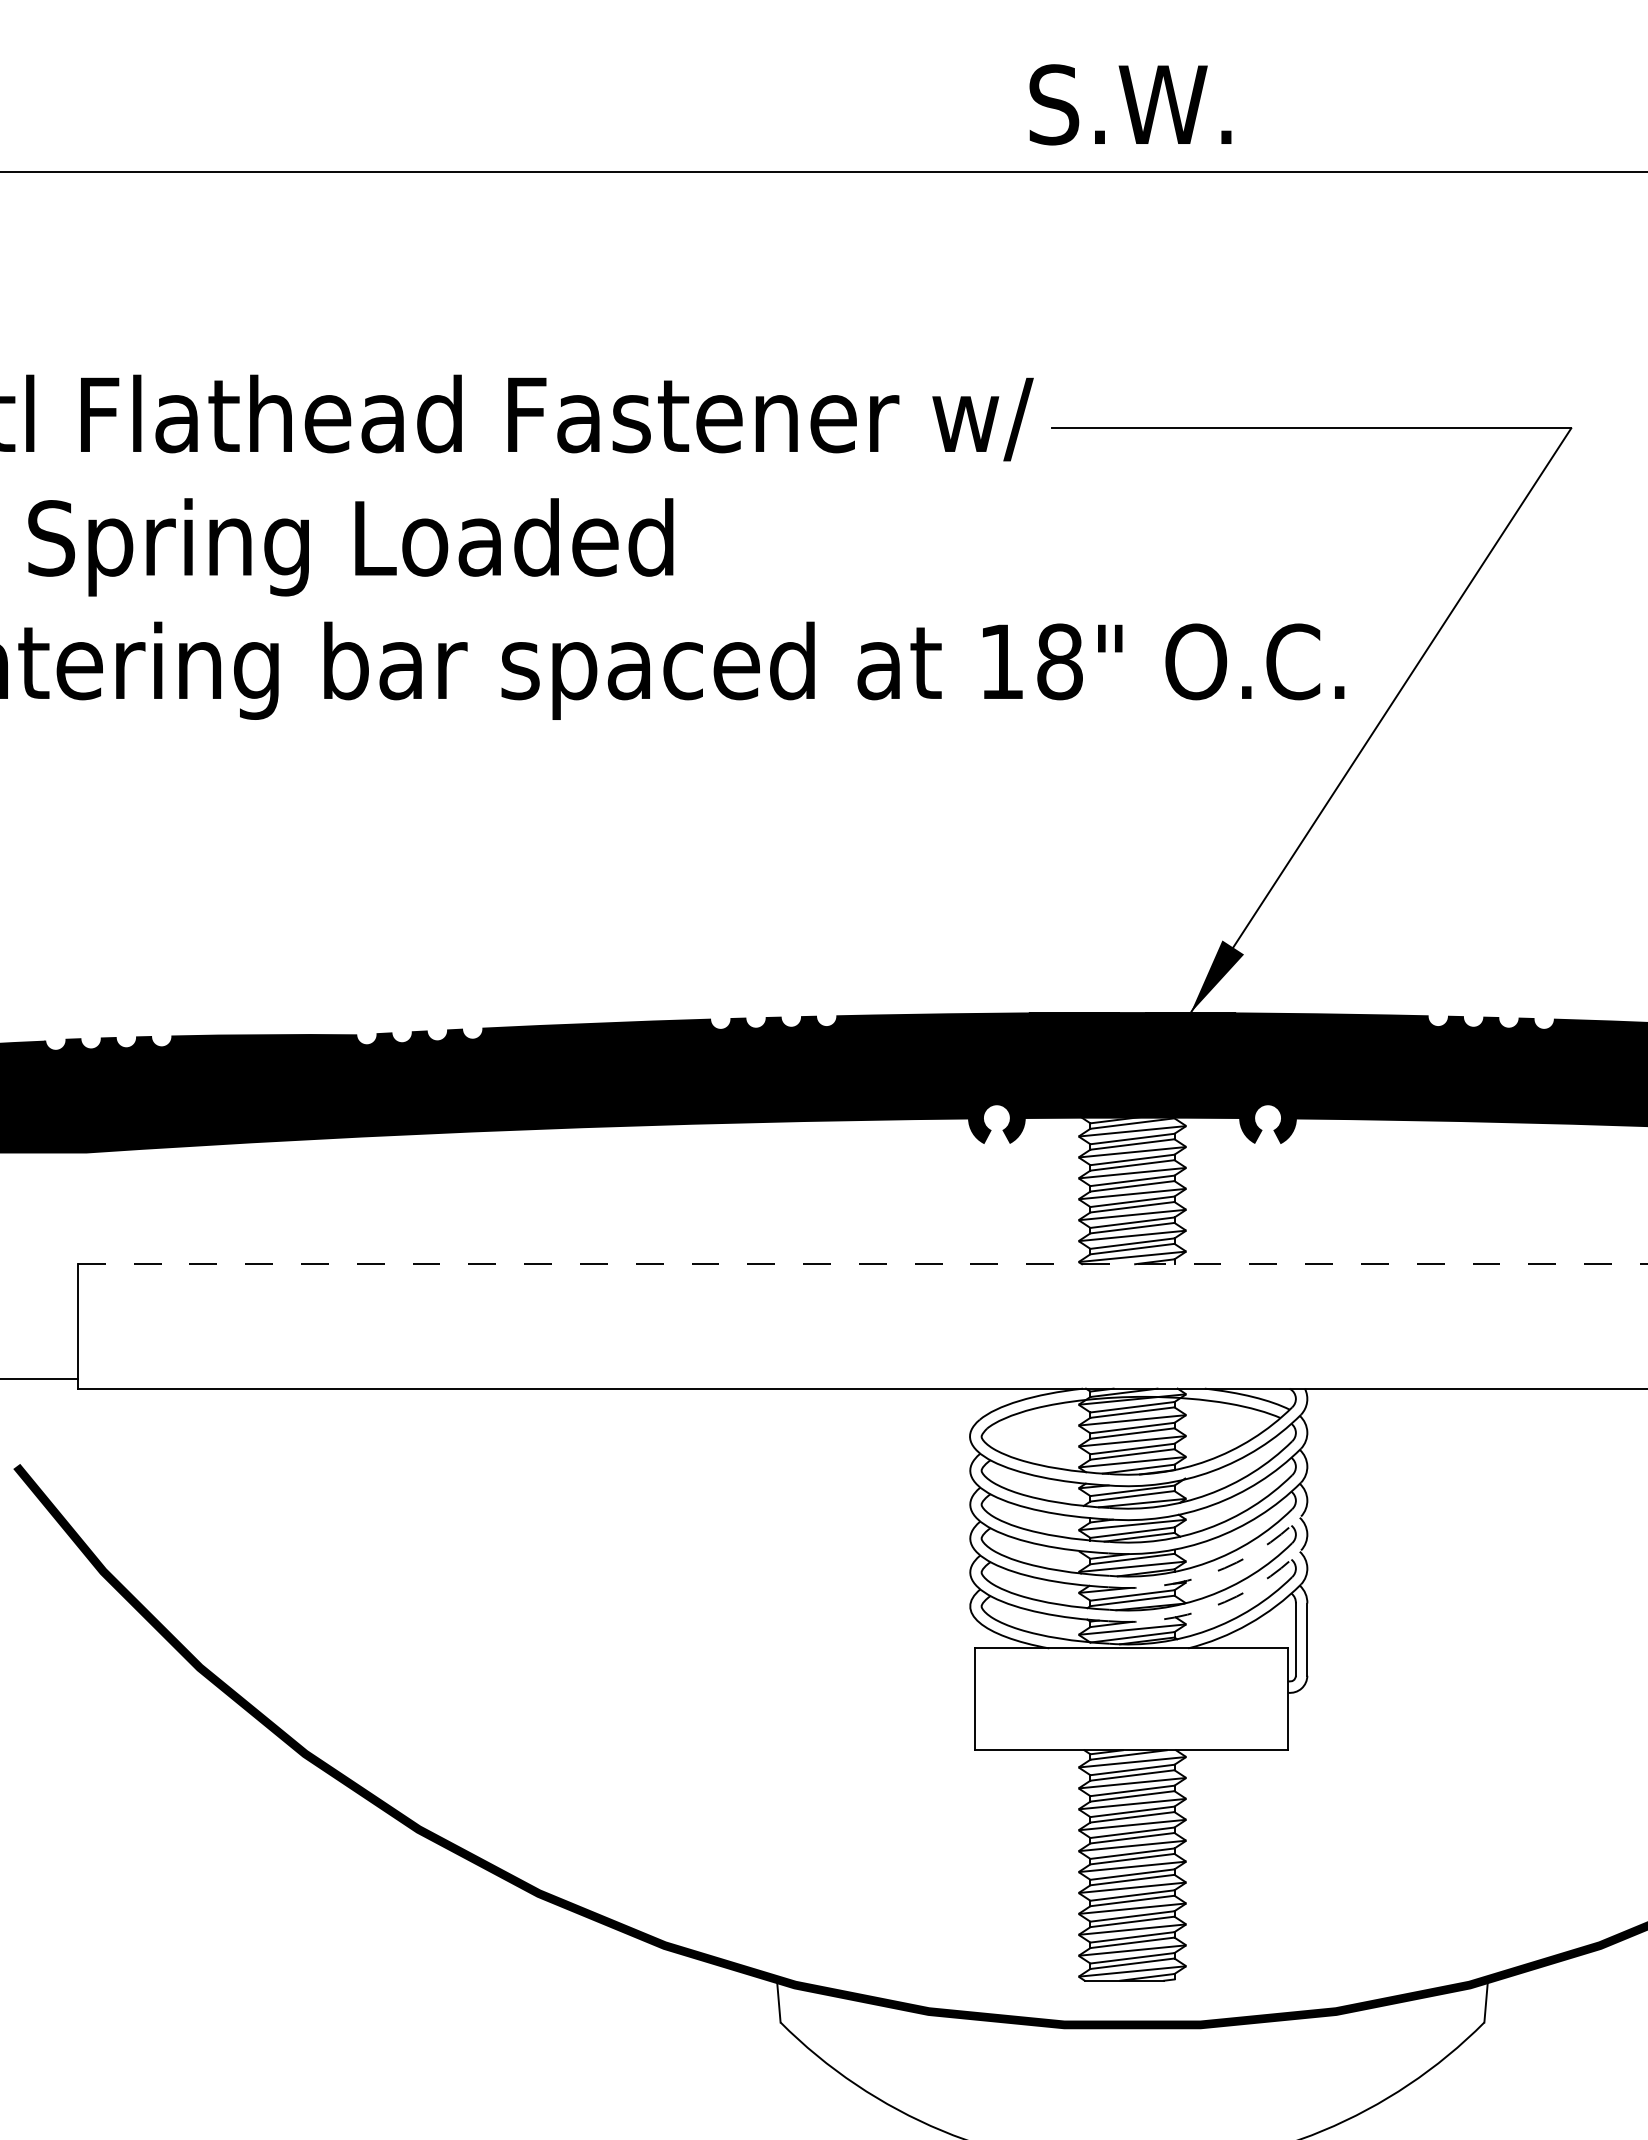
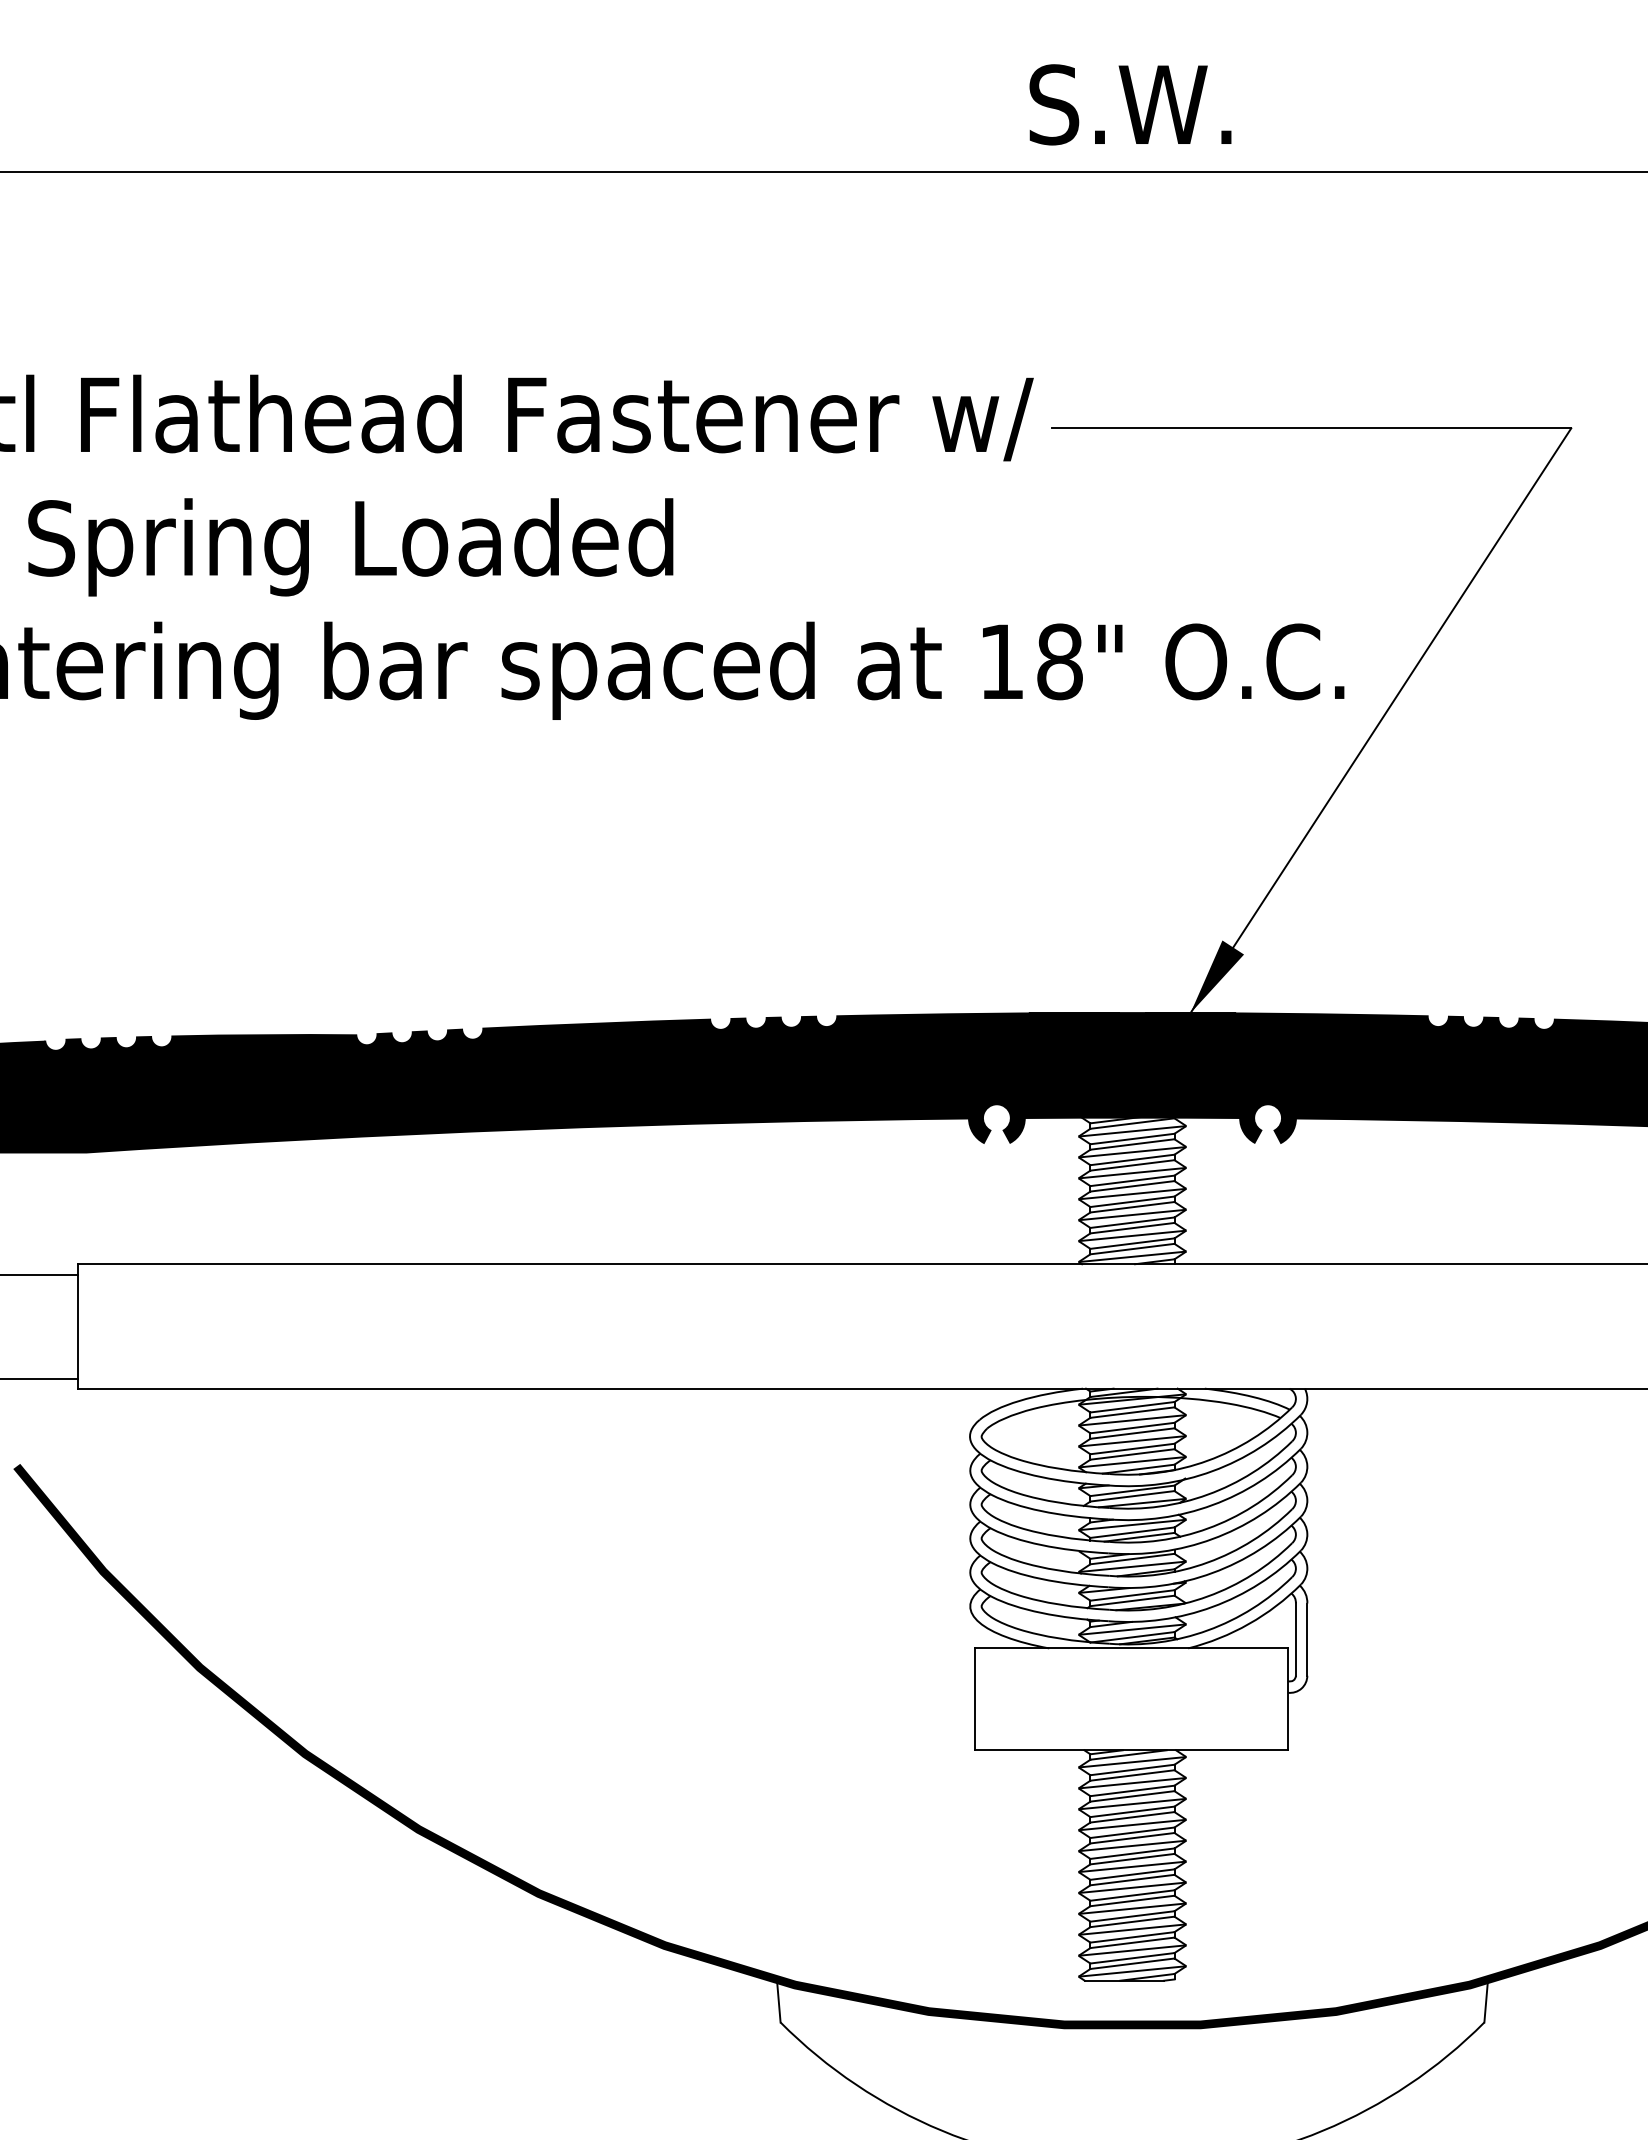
line at (862, 1264): dashed -> solid
line at (39, 1274): none -> present
arc at (1212, 1572): dashed -> solid
arc at (1212, 1606): dashed -> solid
